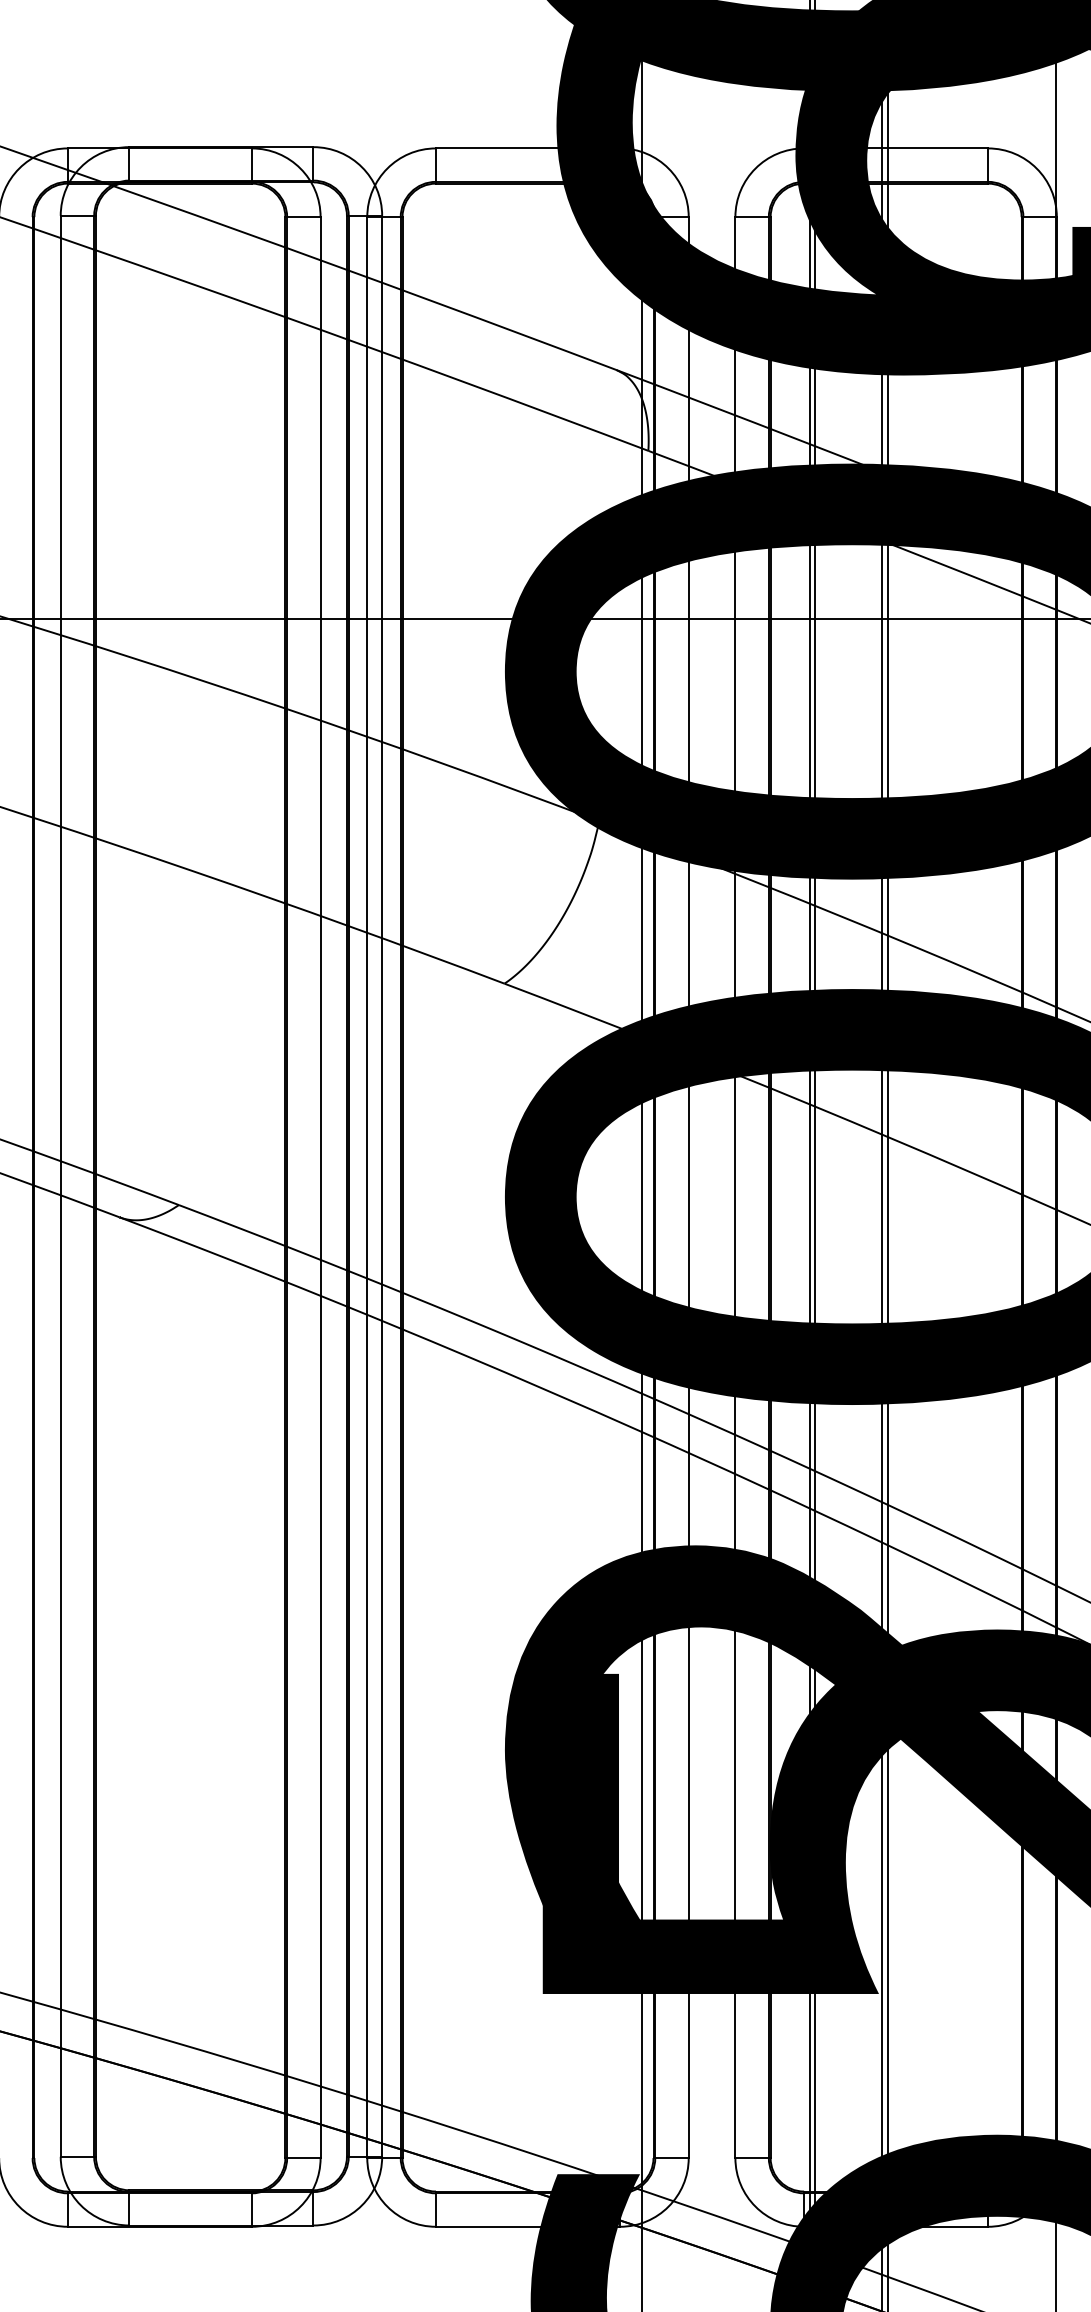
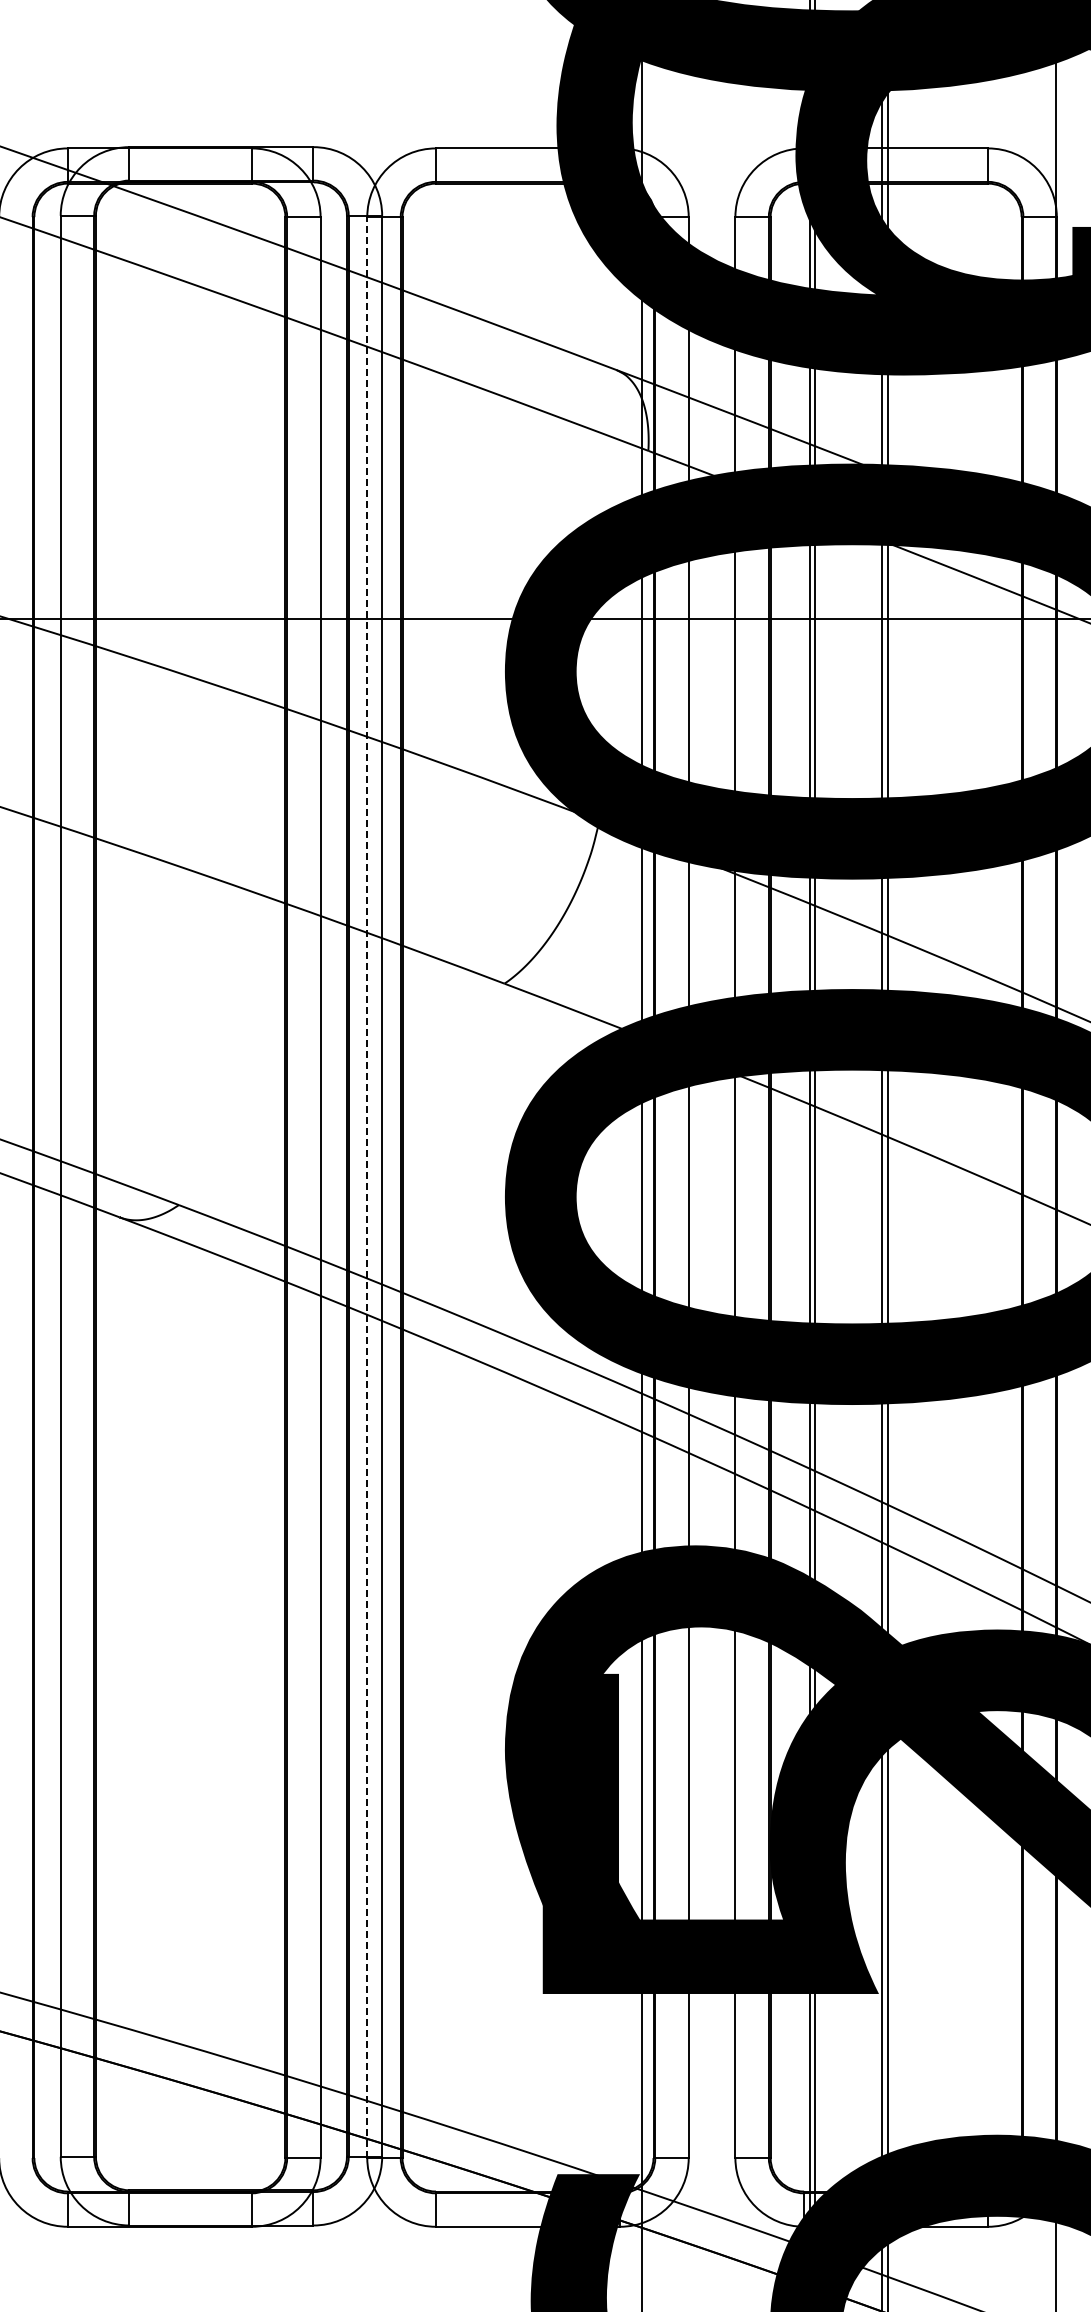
line at (367, 1187): solid -> dashed
